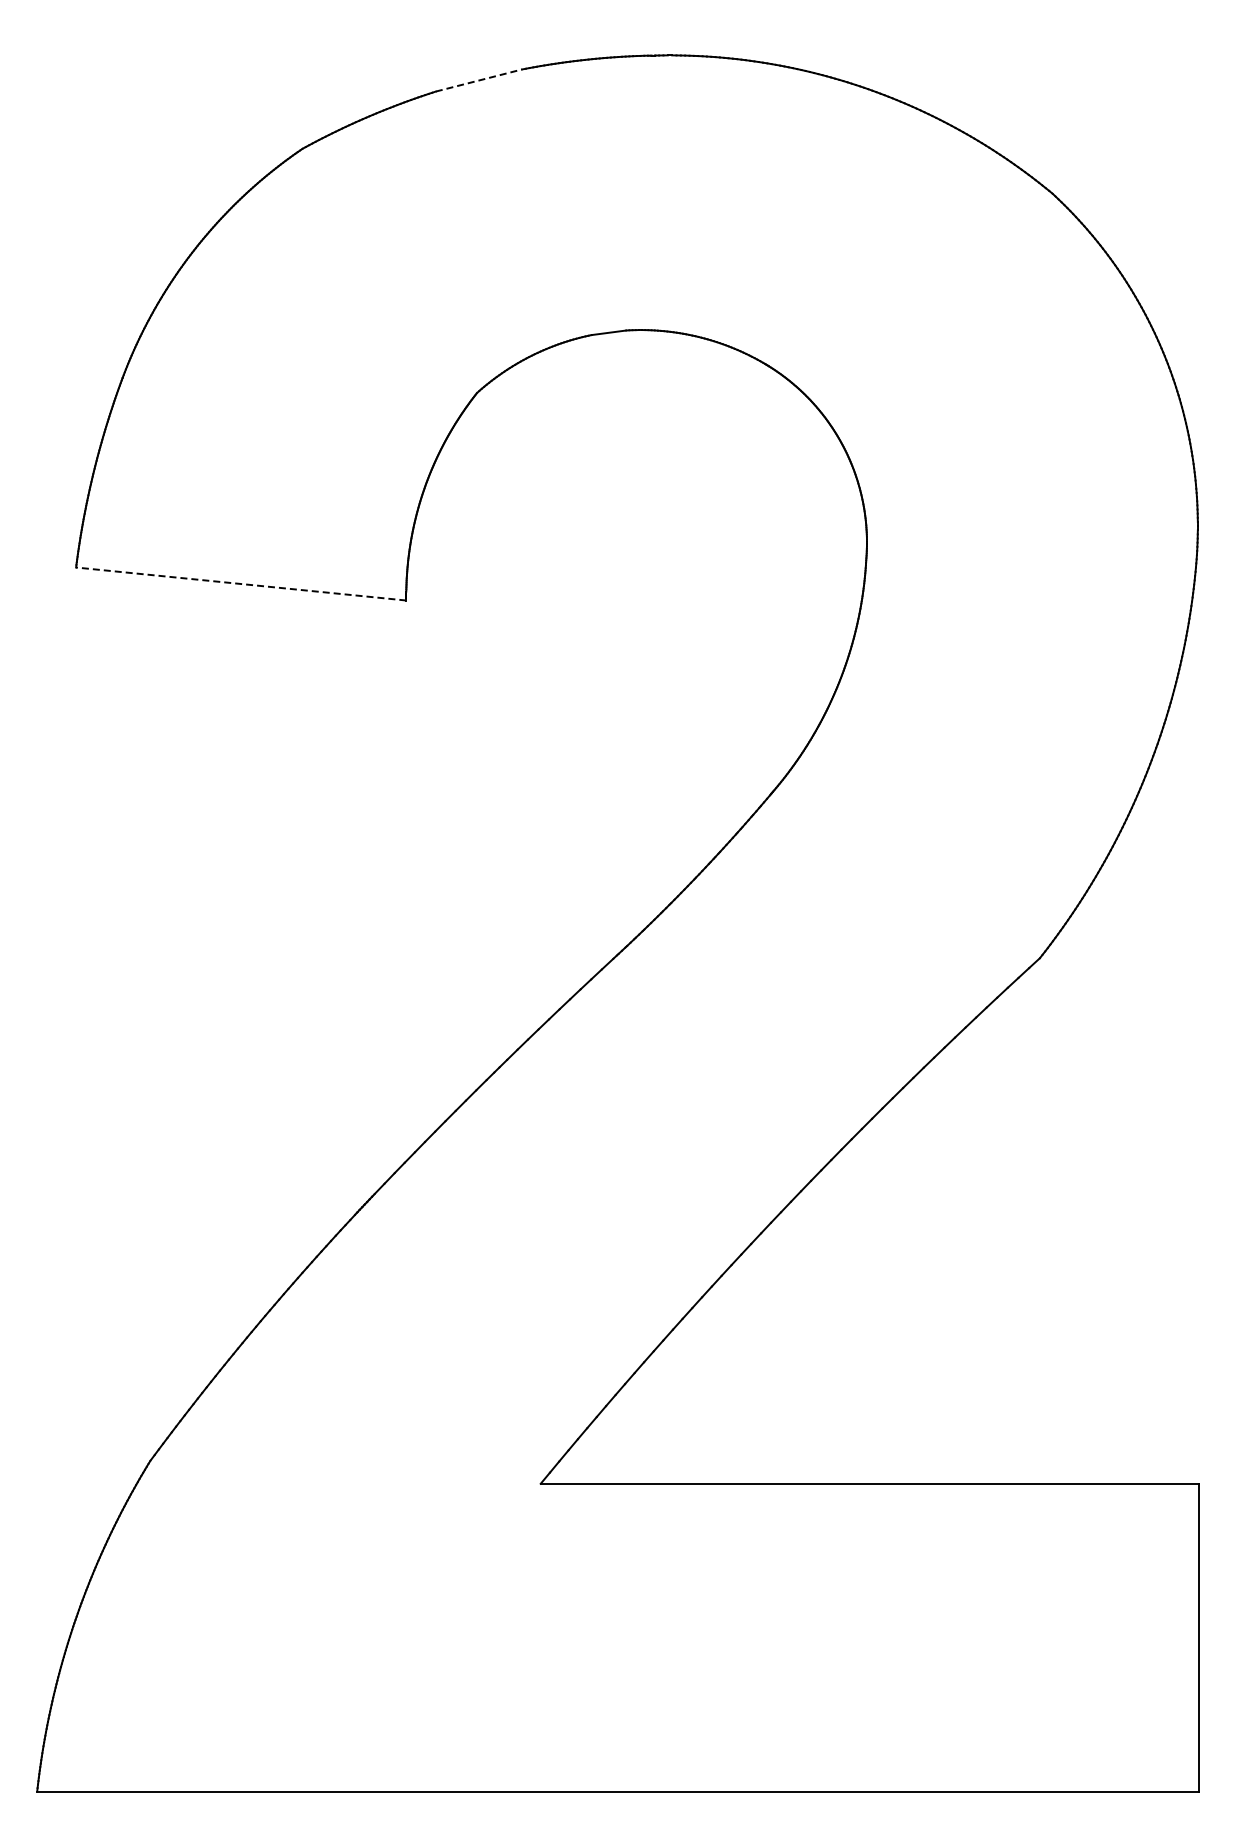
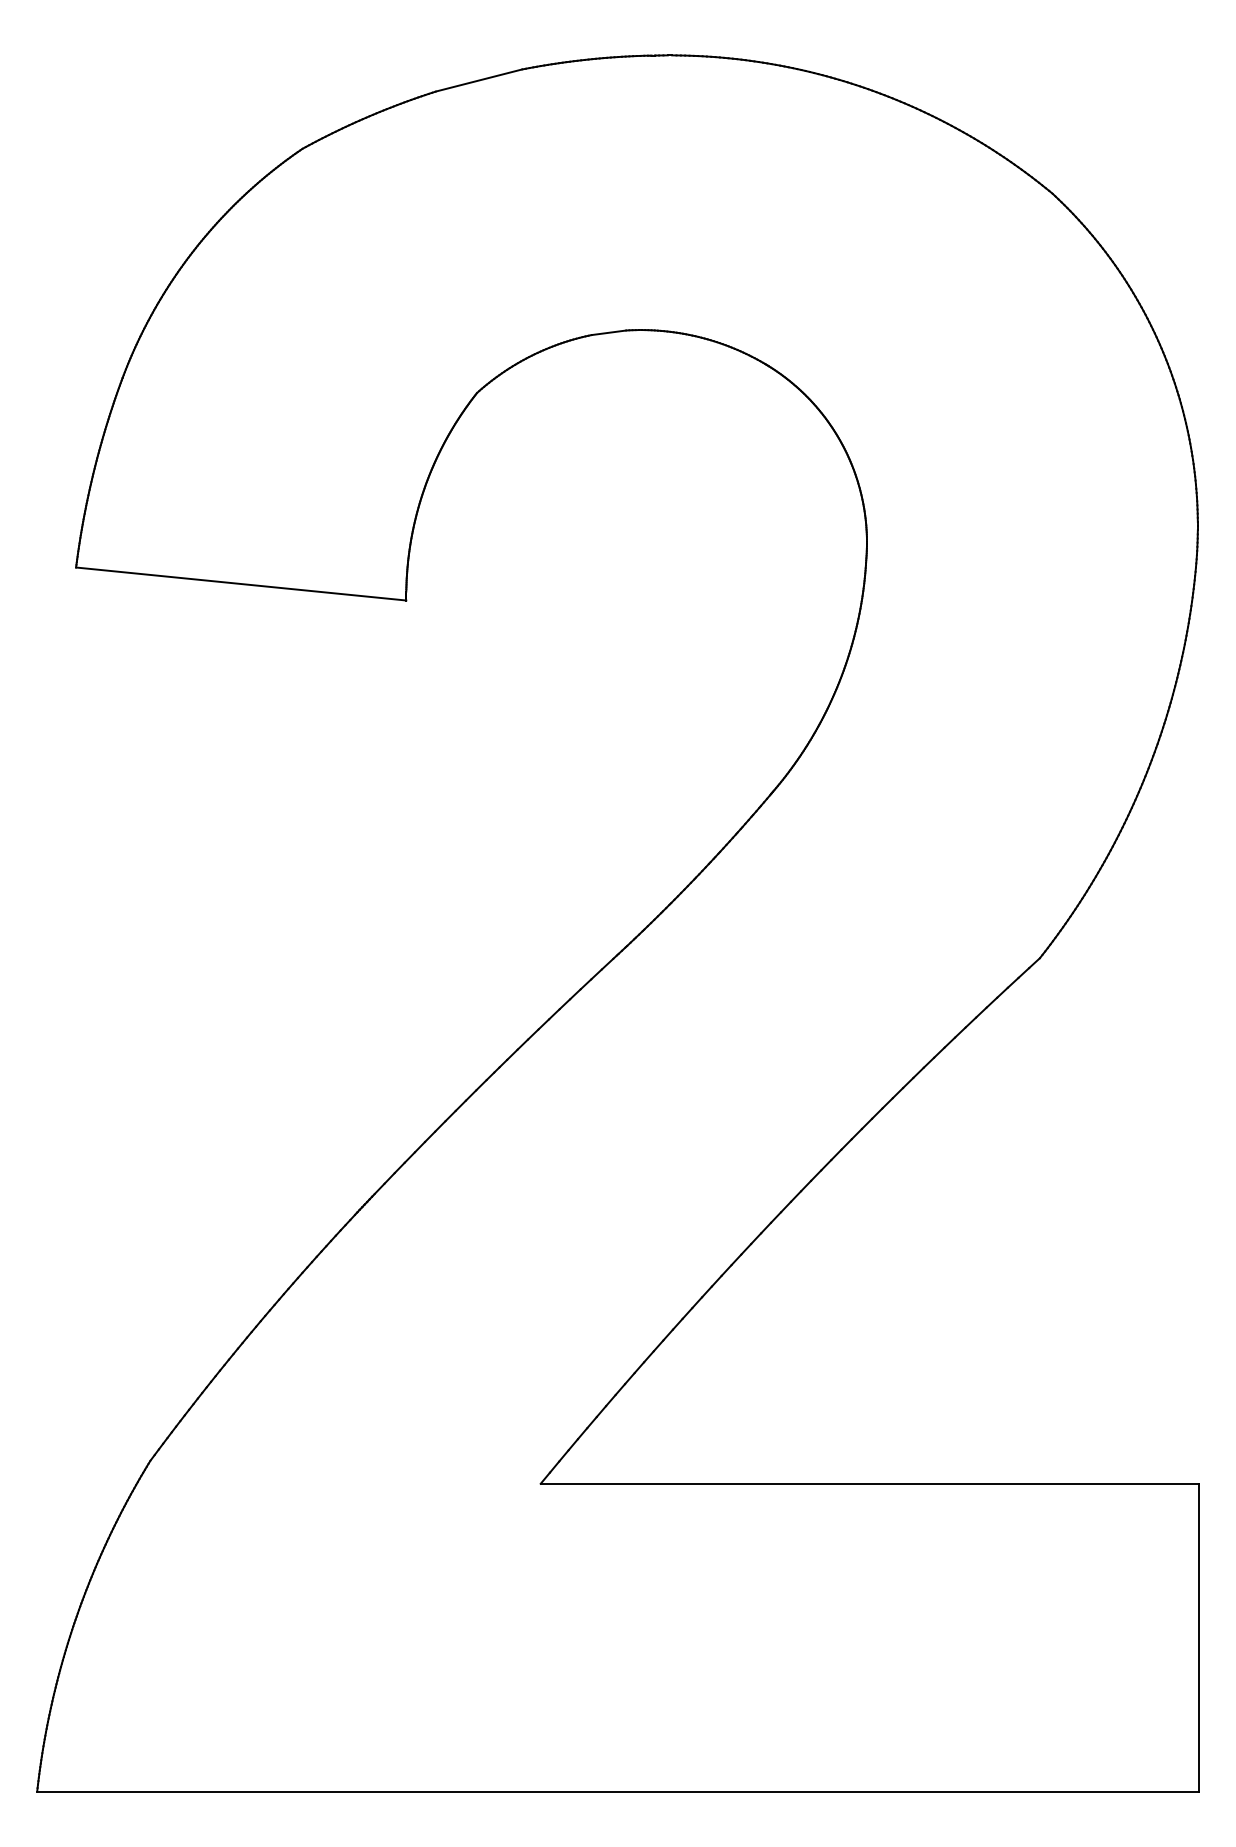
line at (479, 80): dashed -> solid
line at (241, 584): dashed -> solid
